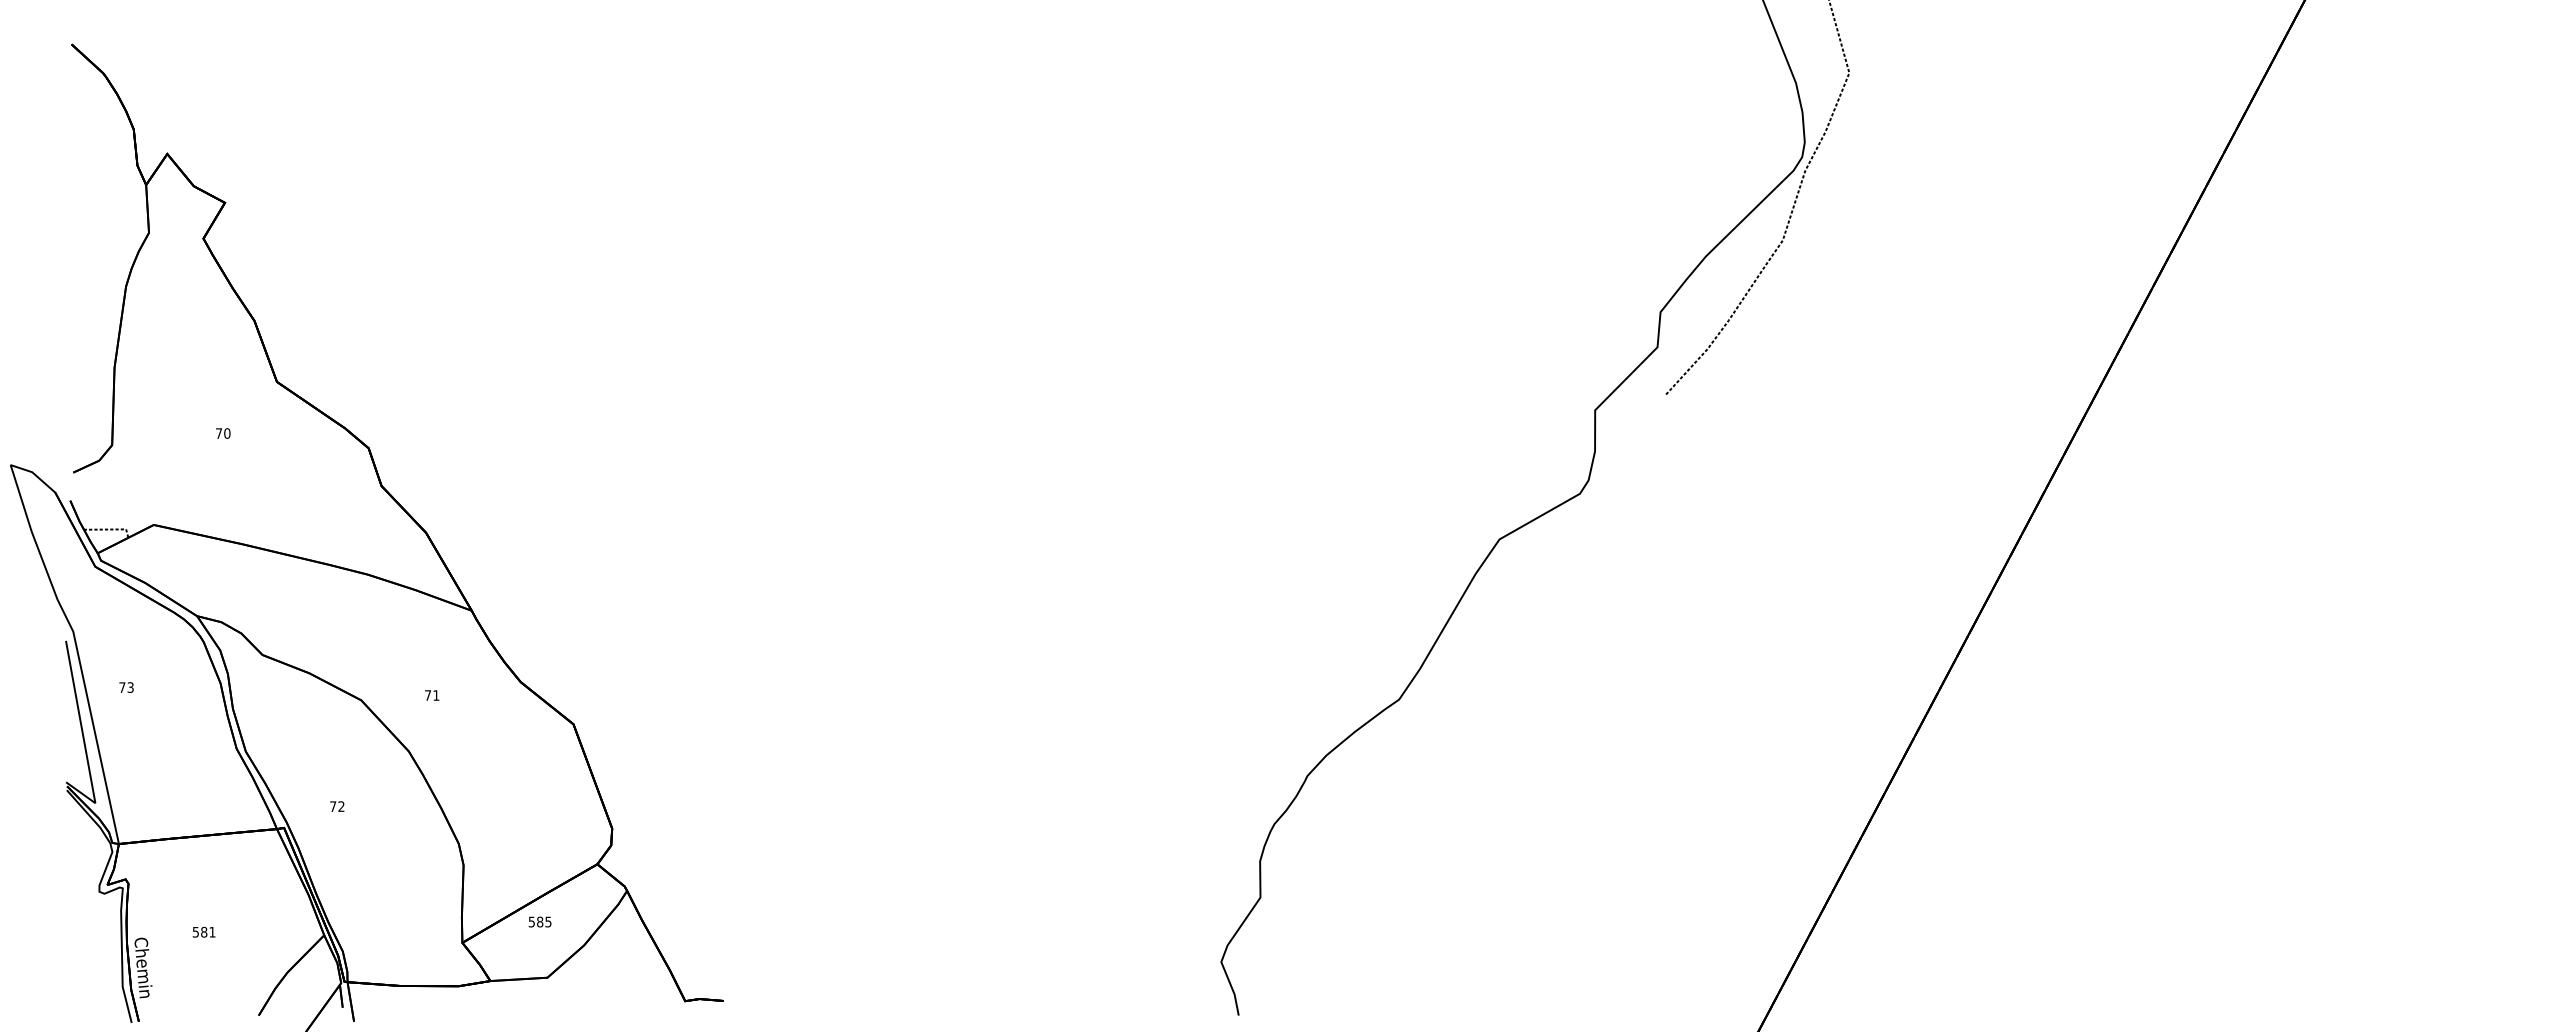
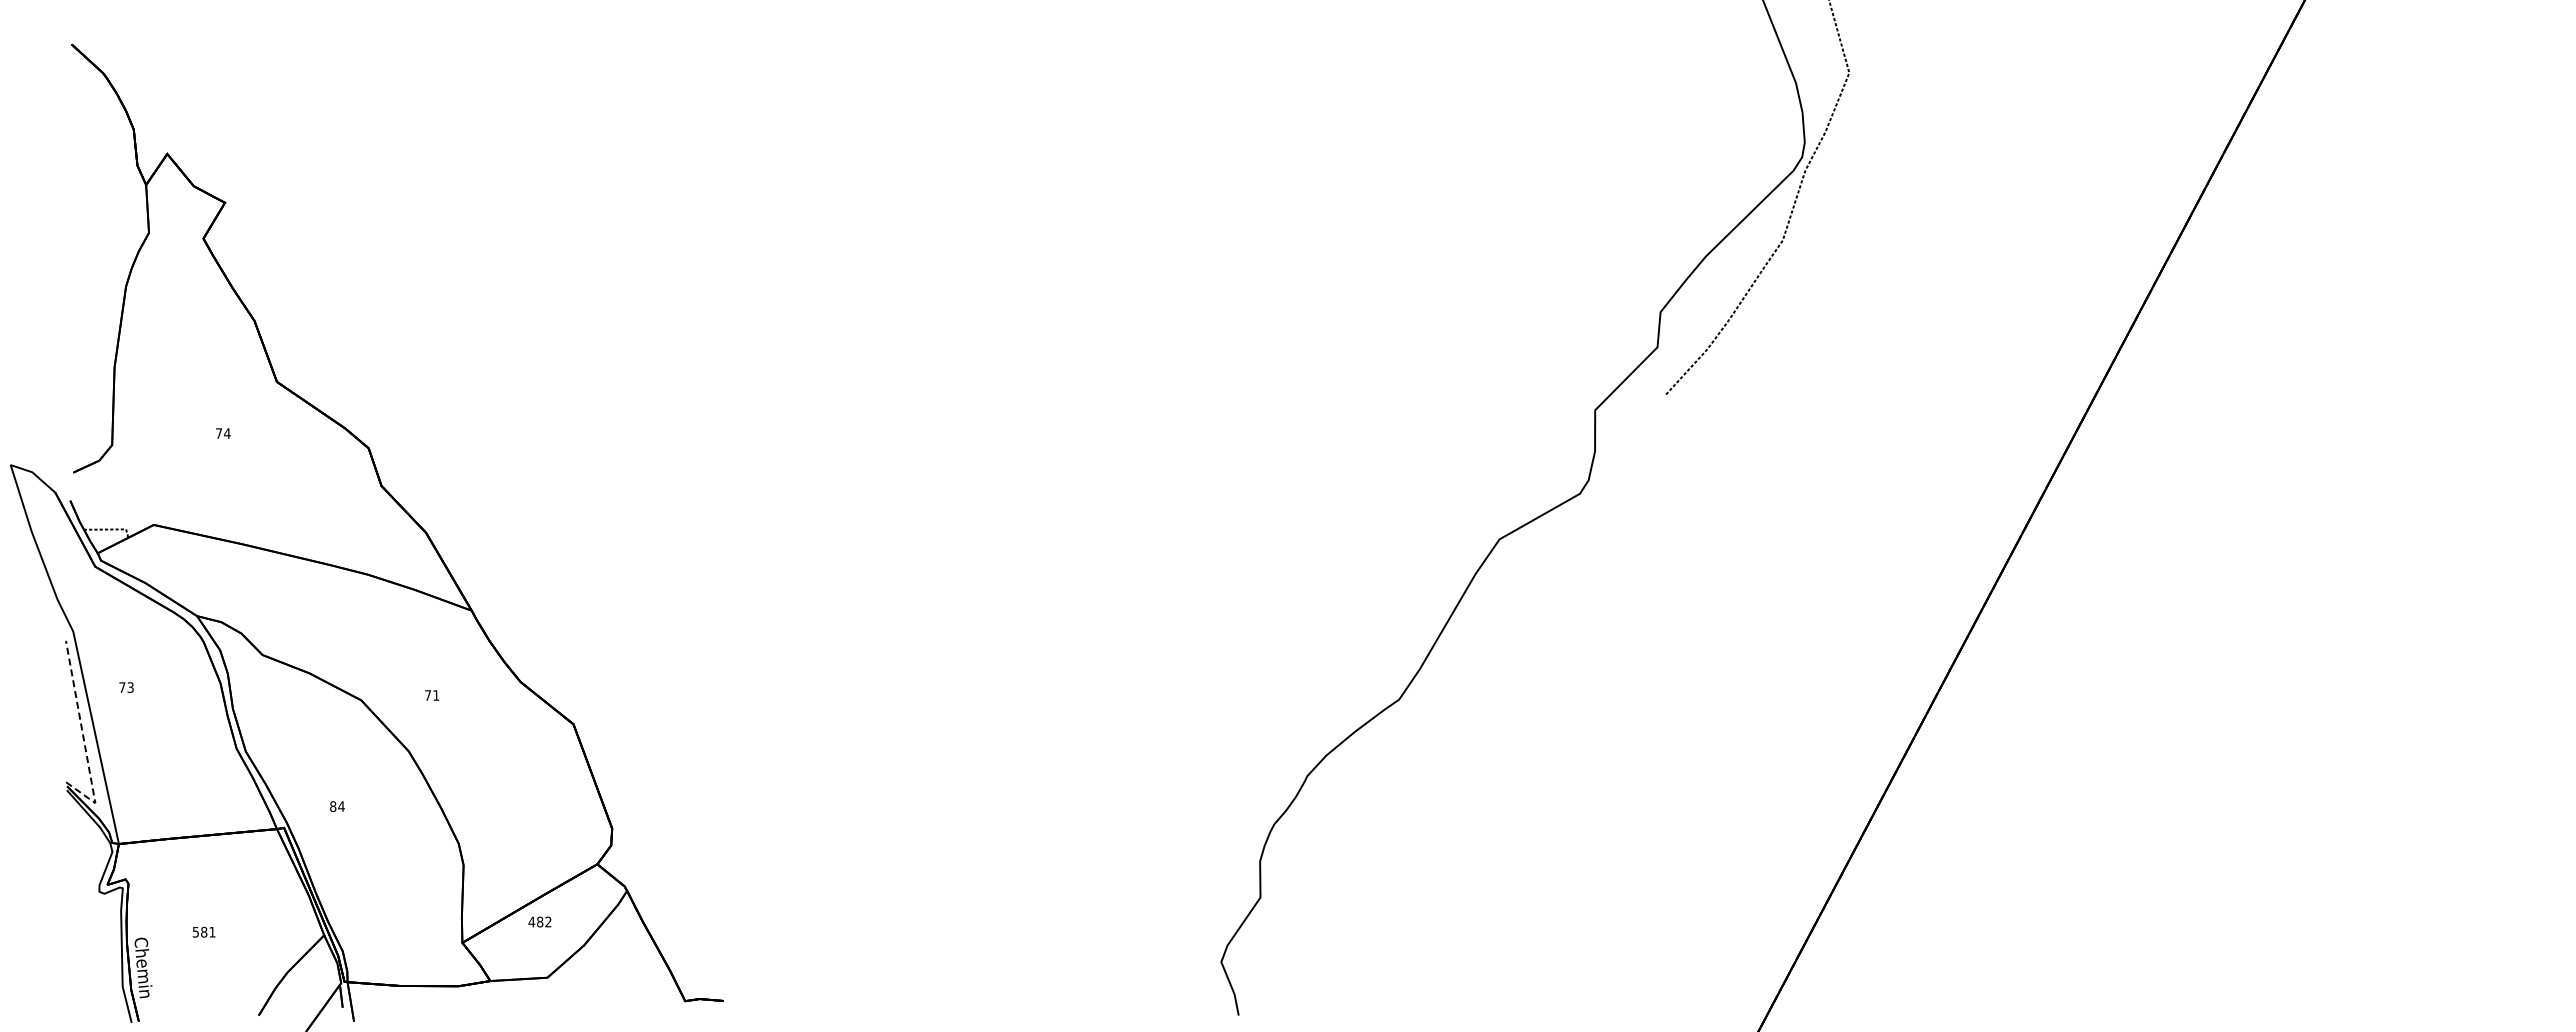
text at (226, 433): 70 -> 74
line at (84, 740): solid -> dashed
text at (337, 806): 72 -> 84
text at (539, 921): 585 -> 482
